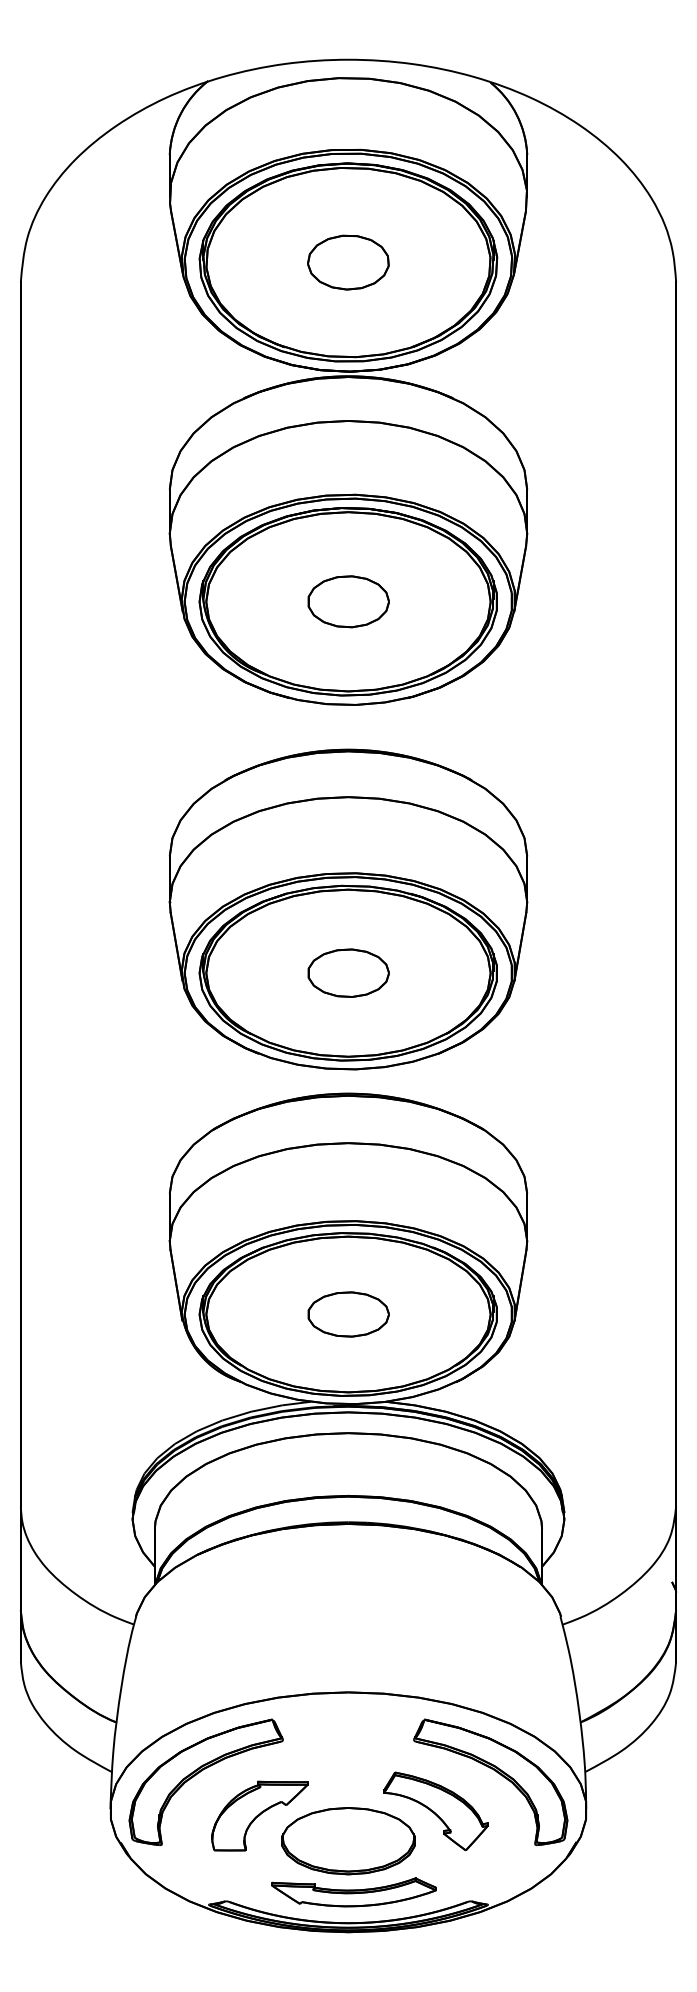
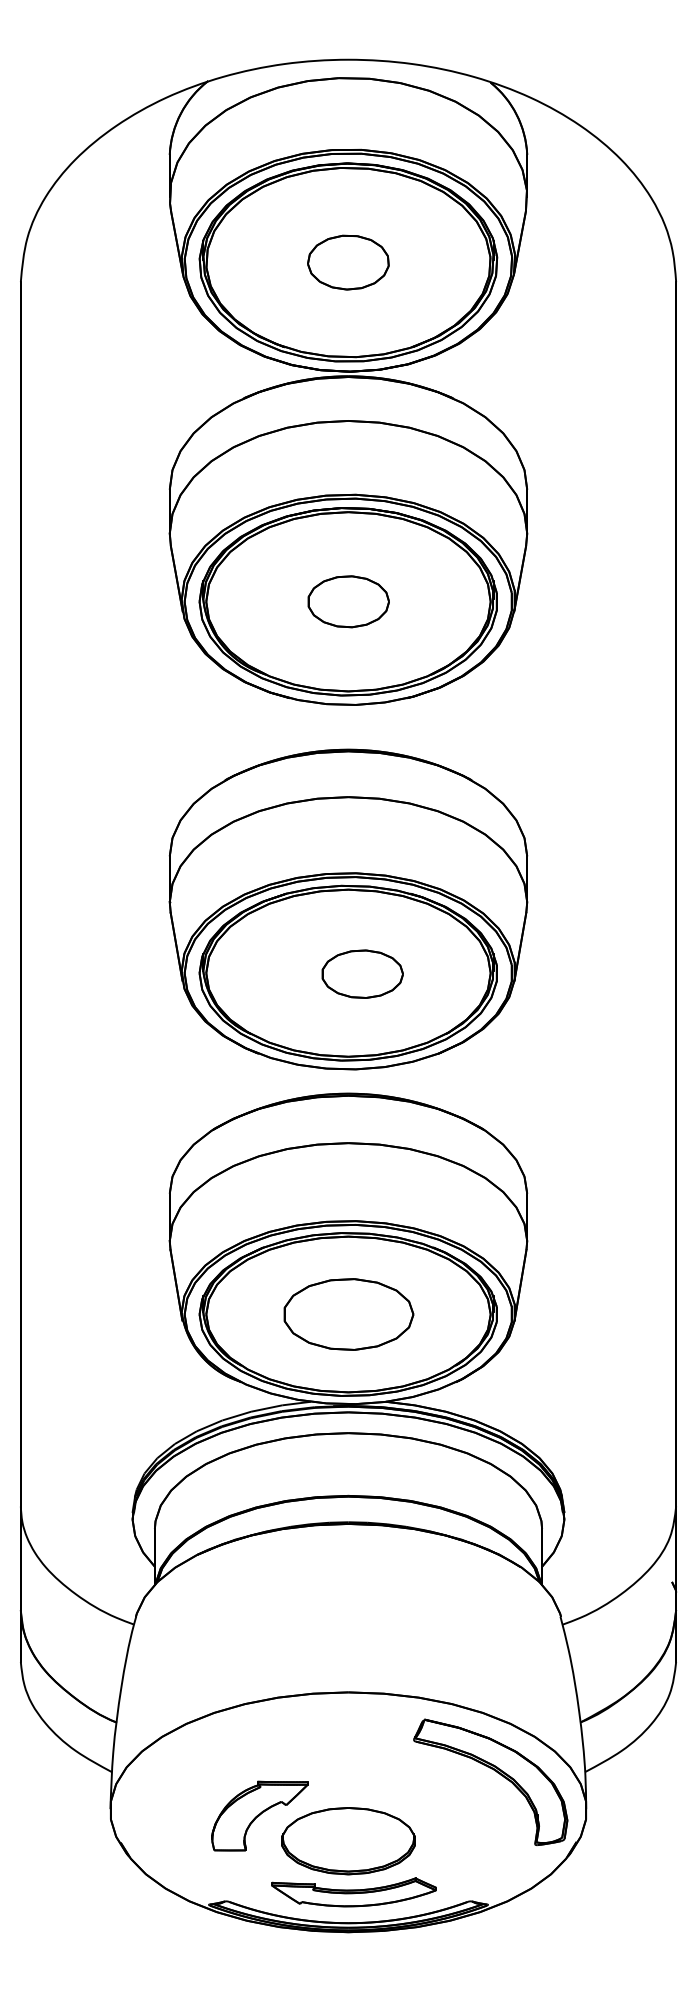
part at (348, 972) position: (348, 972) -> (362, 973)
part at (348, 1314) size: 83x47 px -> 132x73 px
part at (199, 1773): present -> none
part at (435, 1810): present -> none
